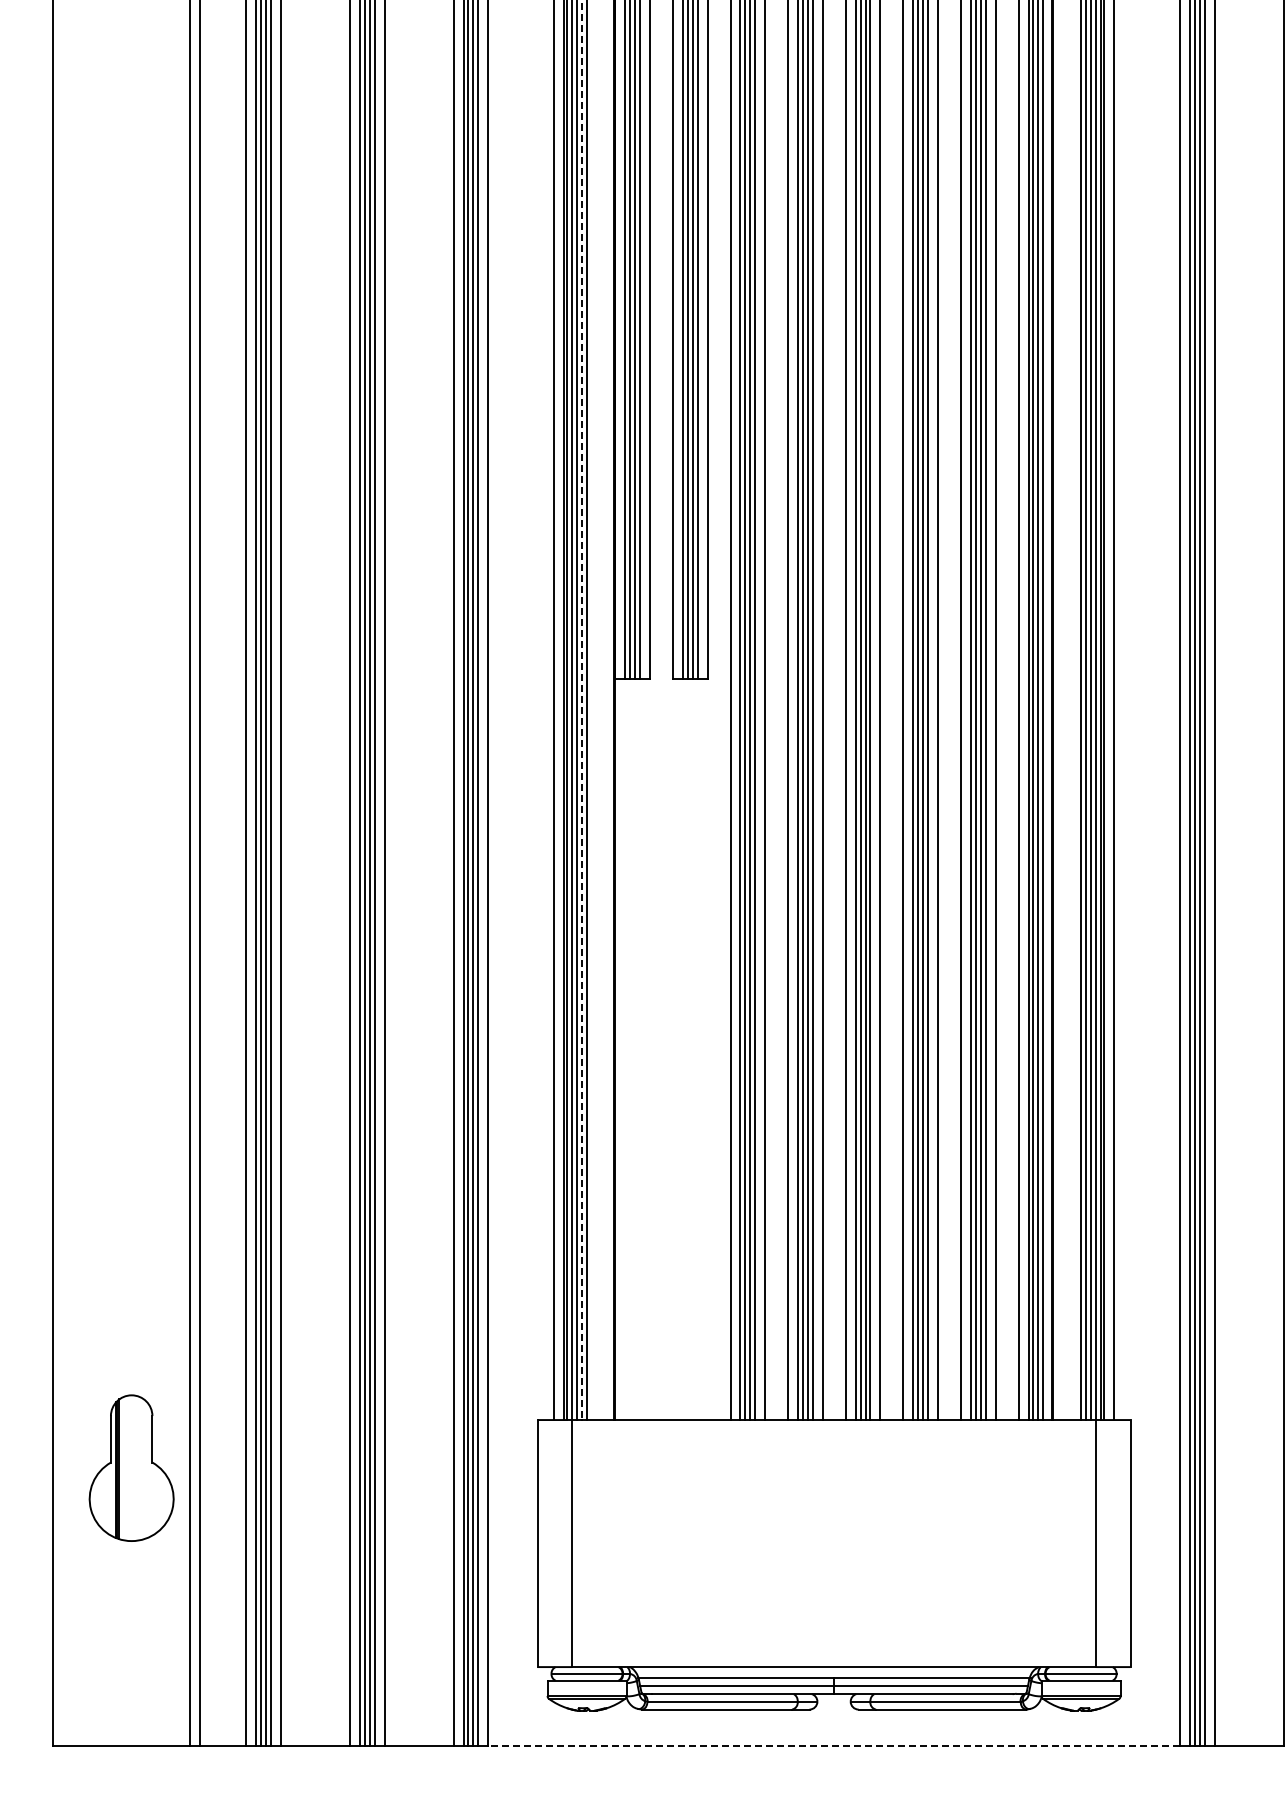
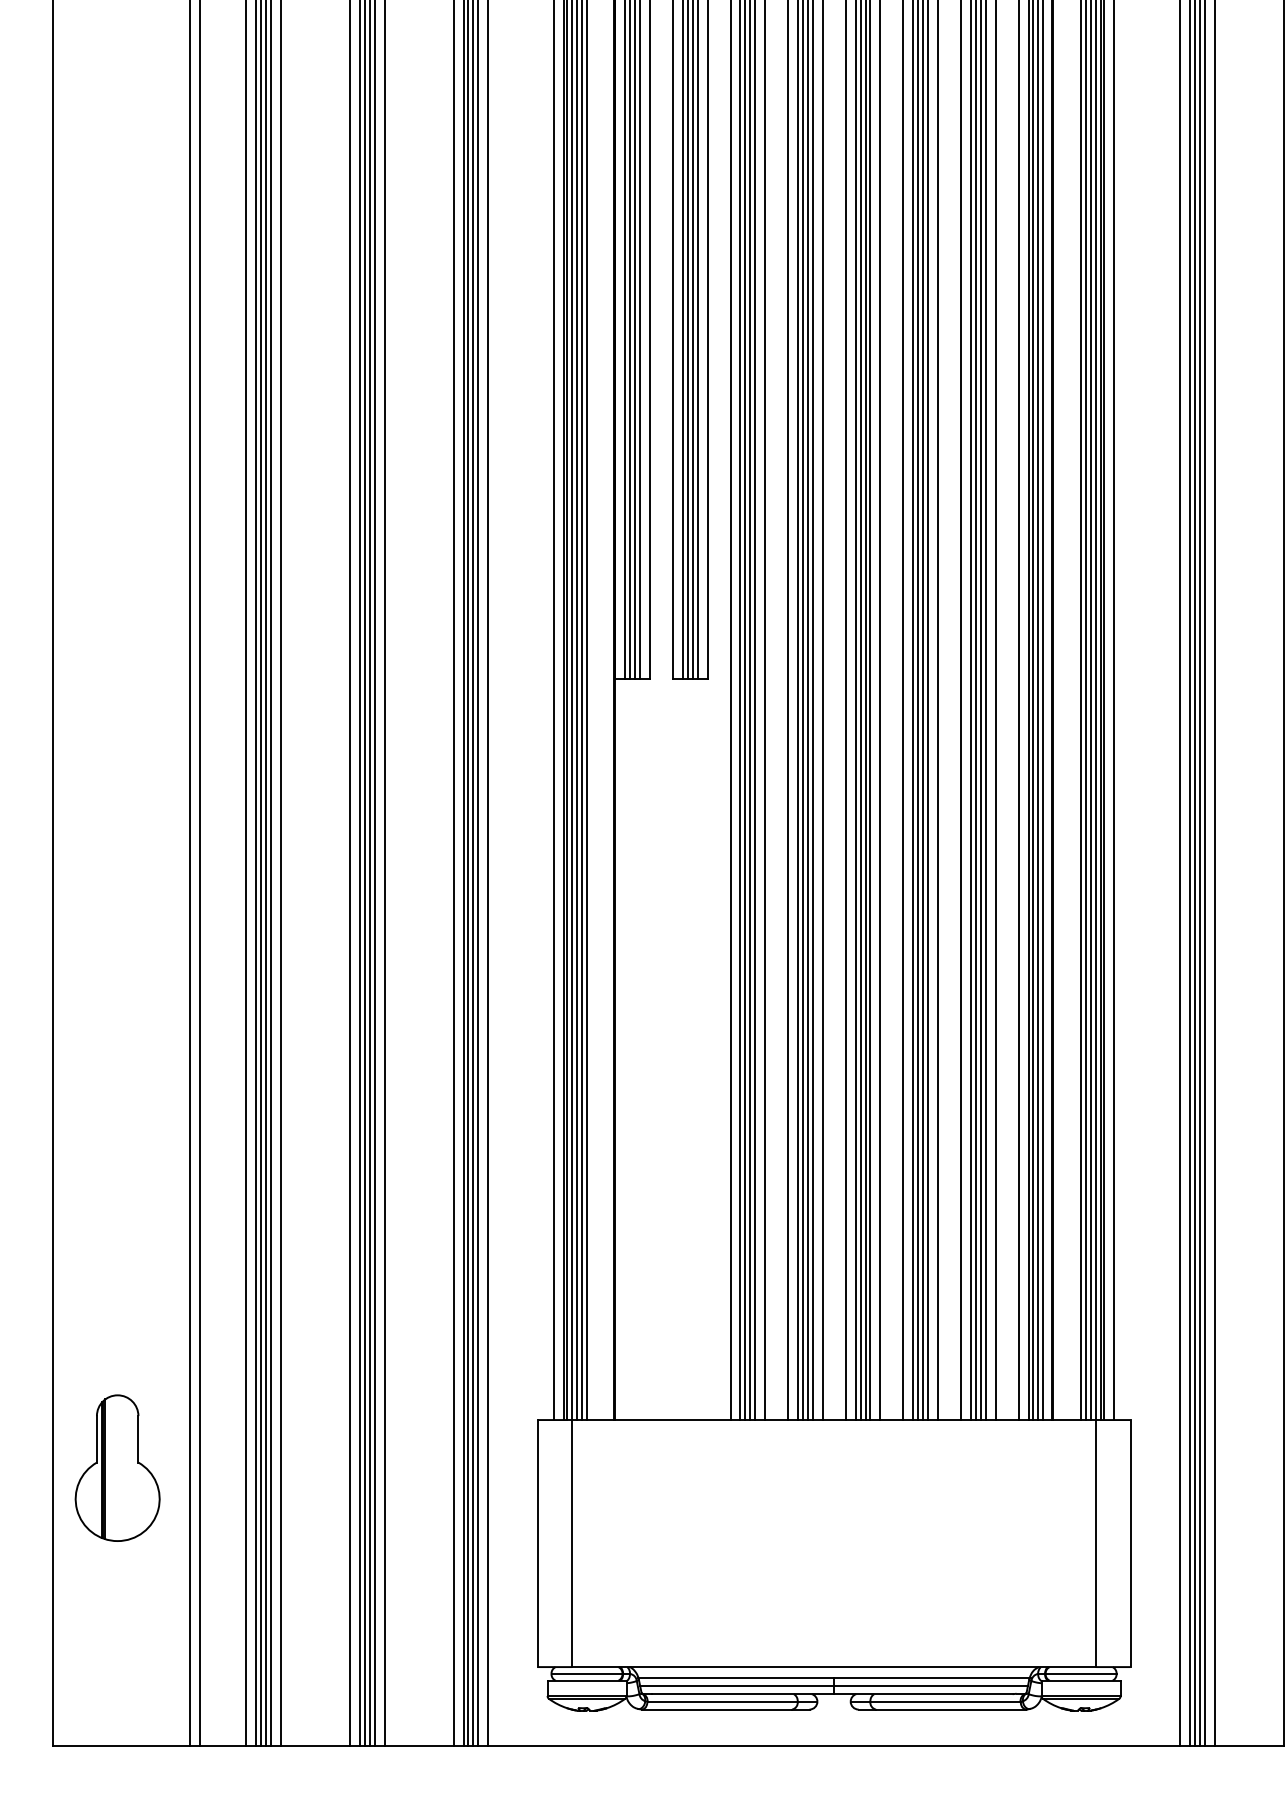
line at (582, 710): dashed -> solid
part at (131, 1467) position: (131, 1467) -> (117, 1467)
line at (834, 1746): dashed -> solid
